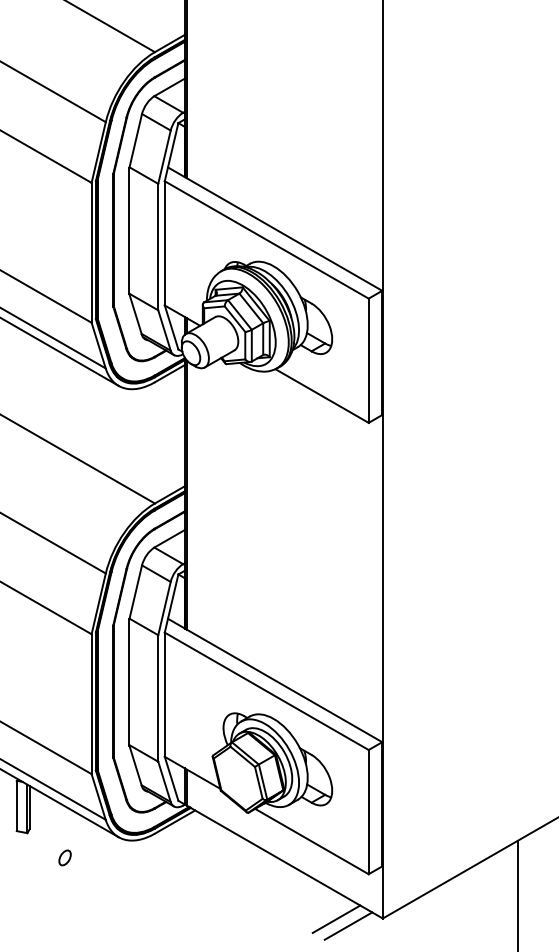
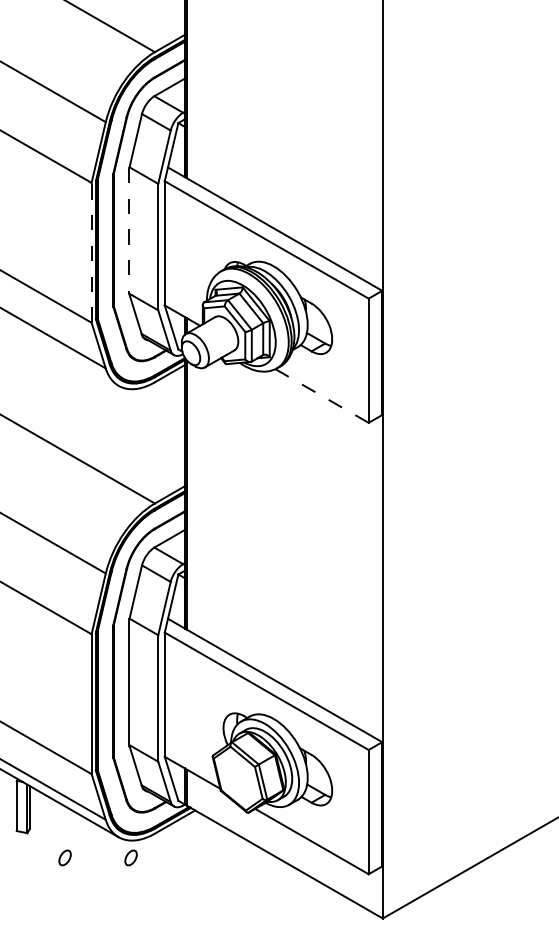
line at (129, 231): solid -> dashed
line at (91, 252): solid -> dashed
line at (60, 351): present -> none
line at (322, 396): solid -> dashed
part at (130, 857): none -> present
line at (518, 894): present -> none
line at (336, 918): present -> none
line at (348, 925): present -> none
